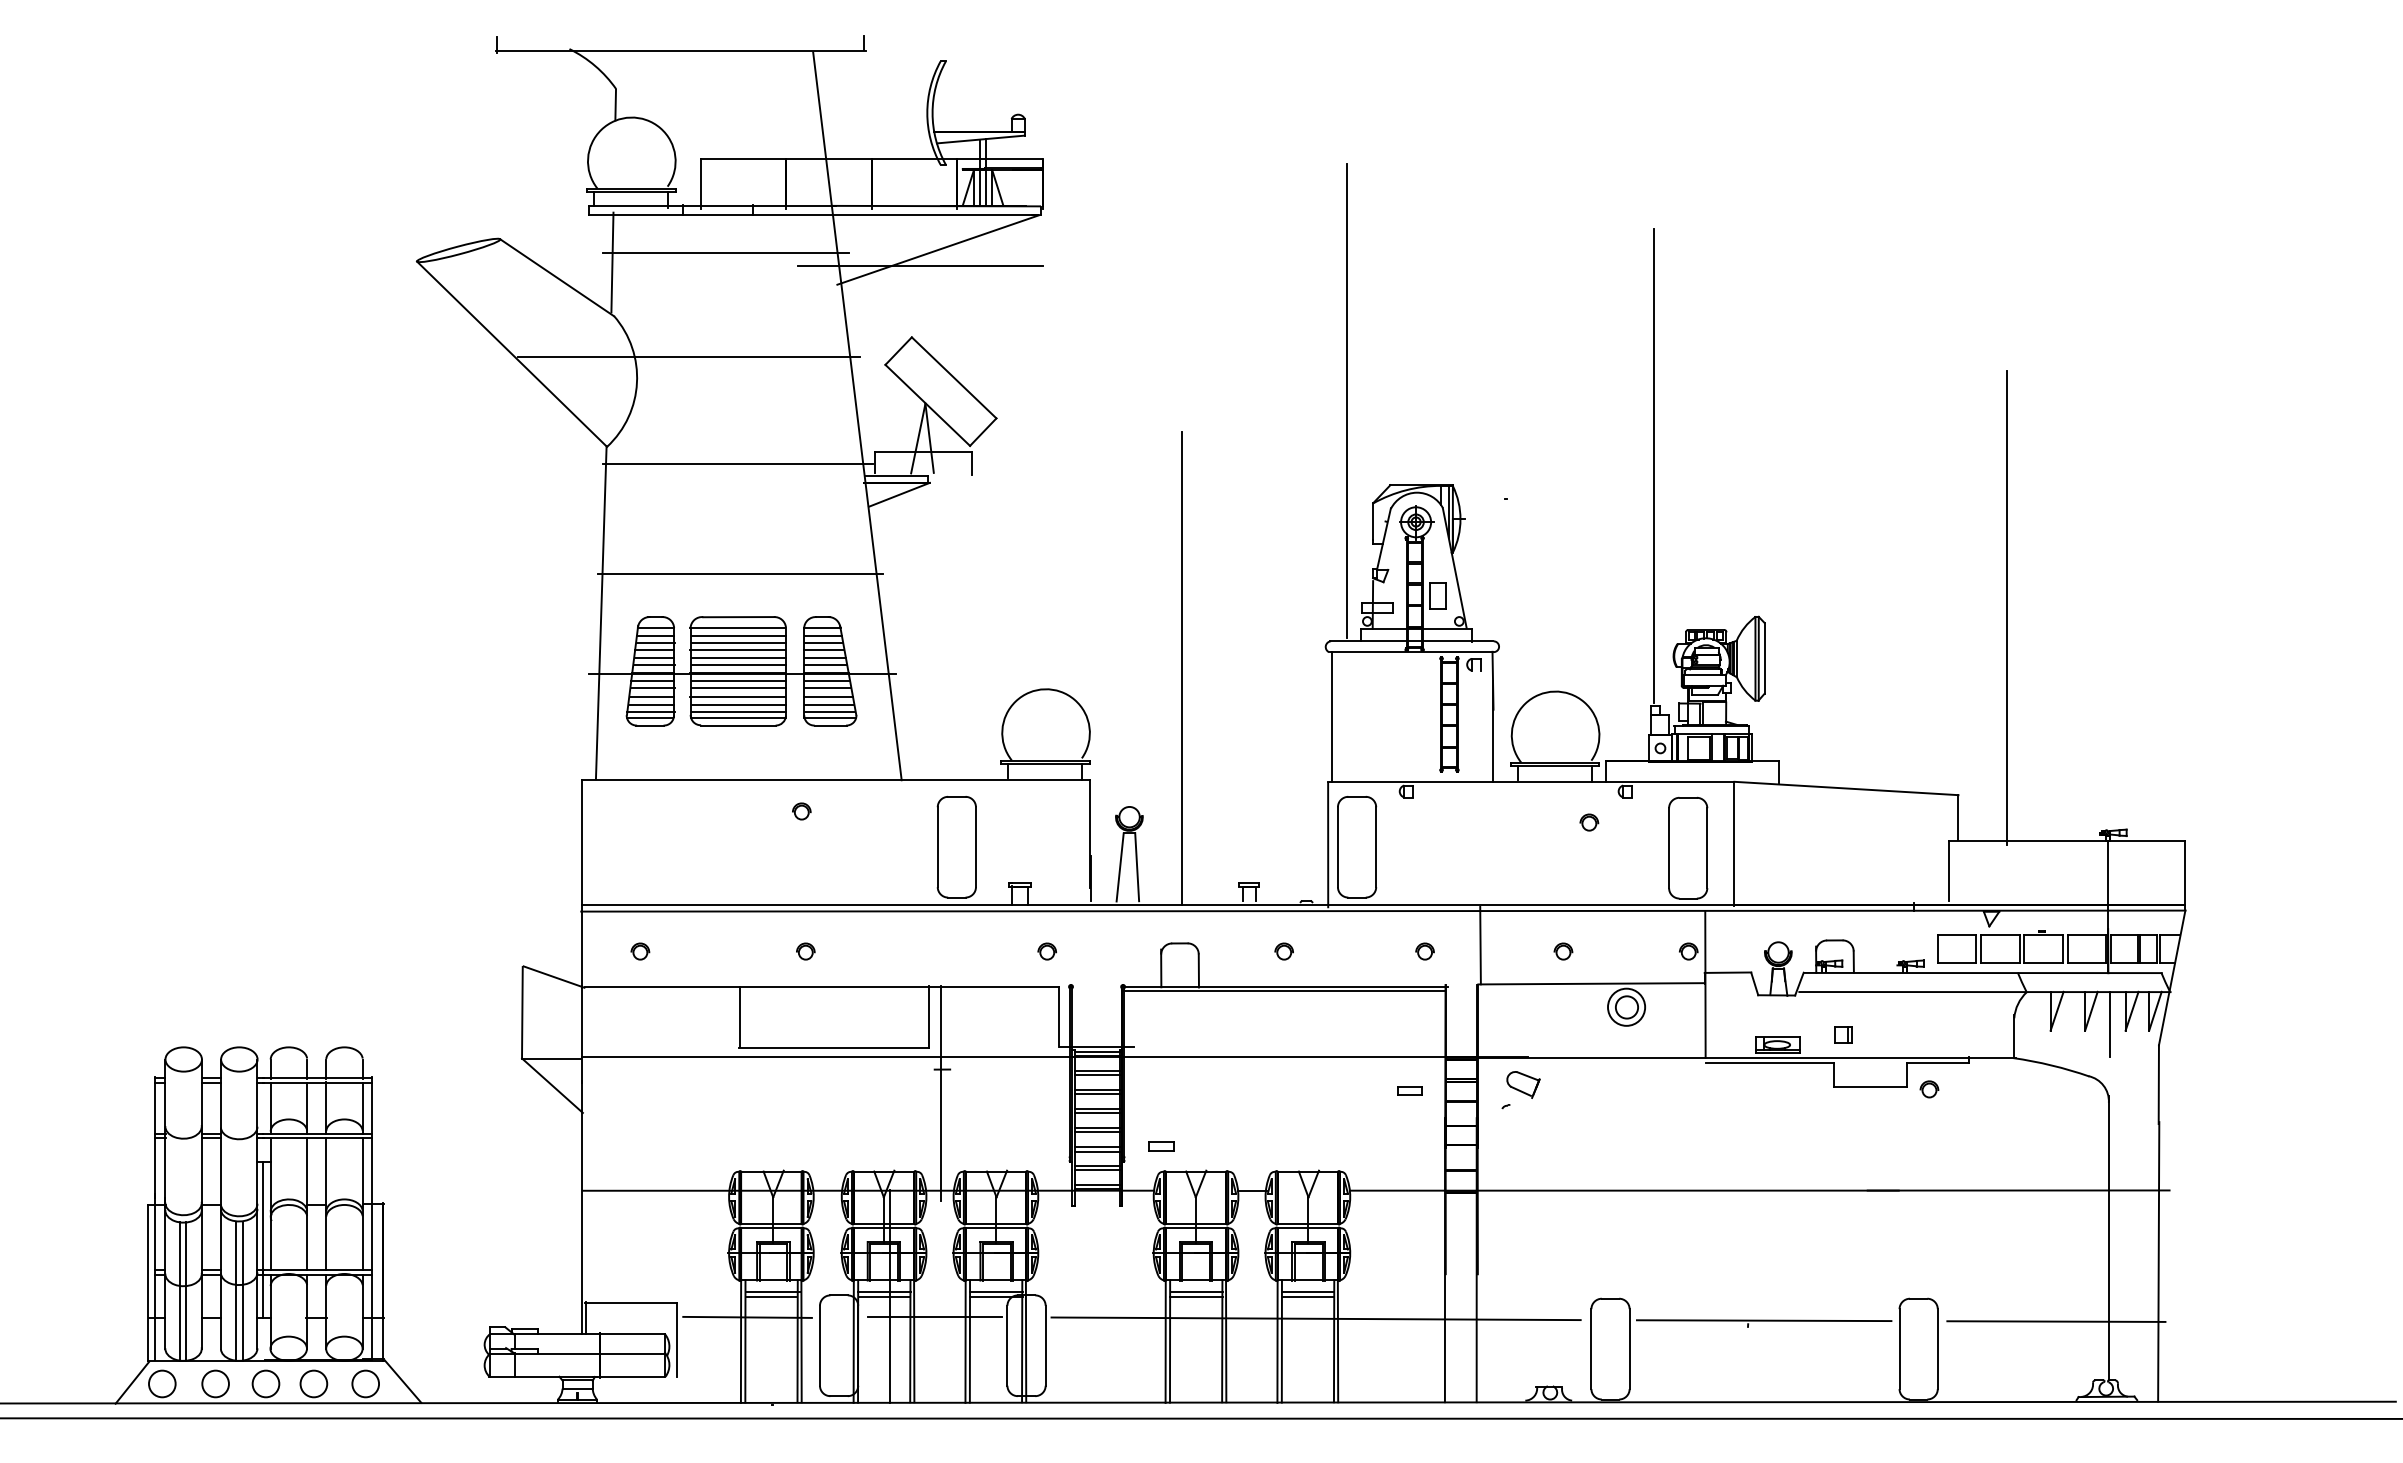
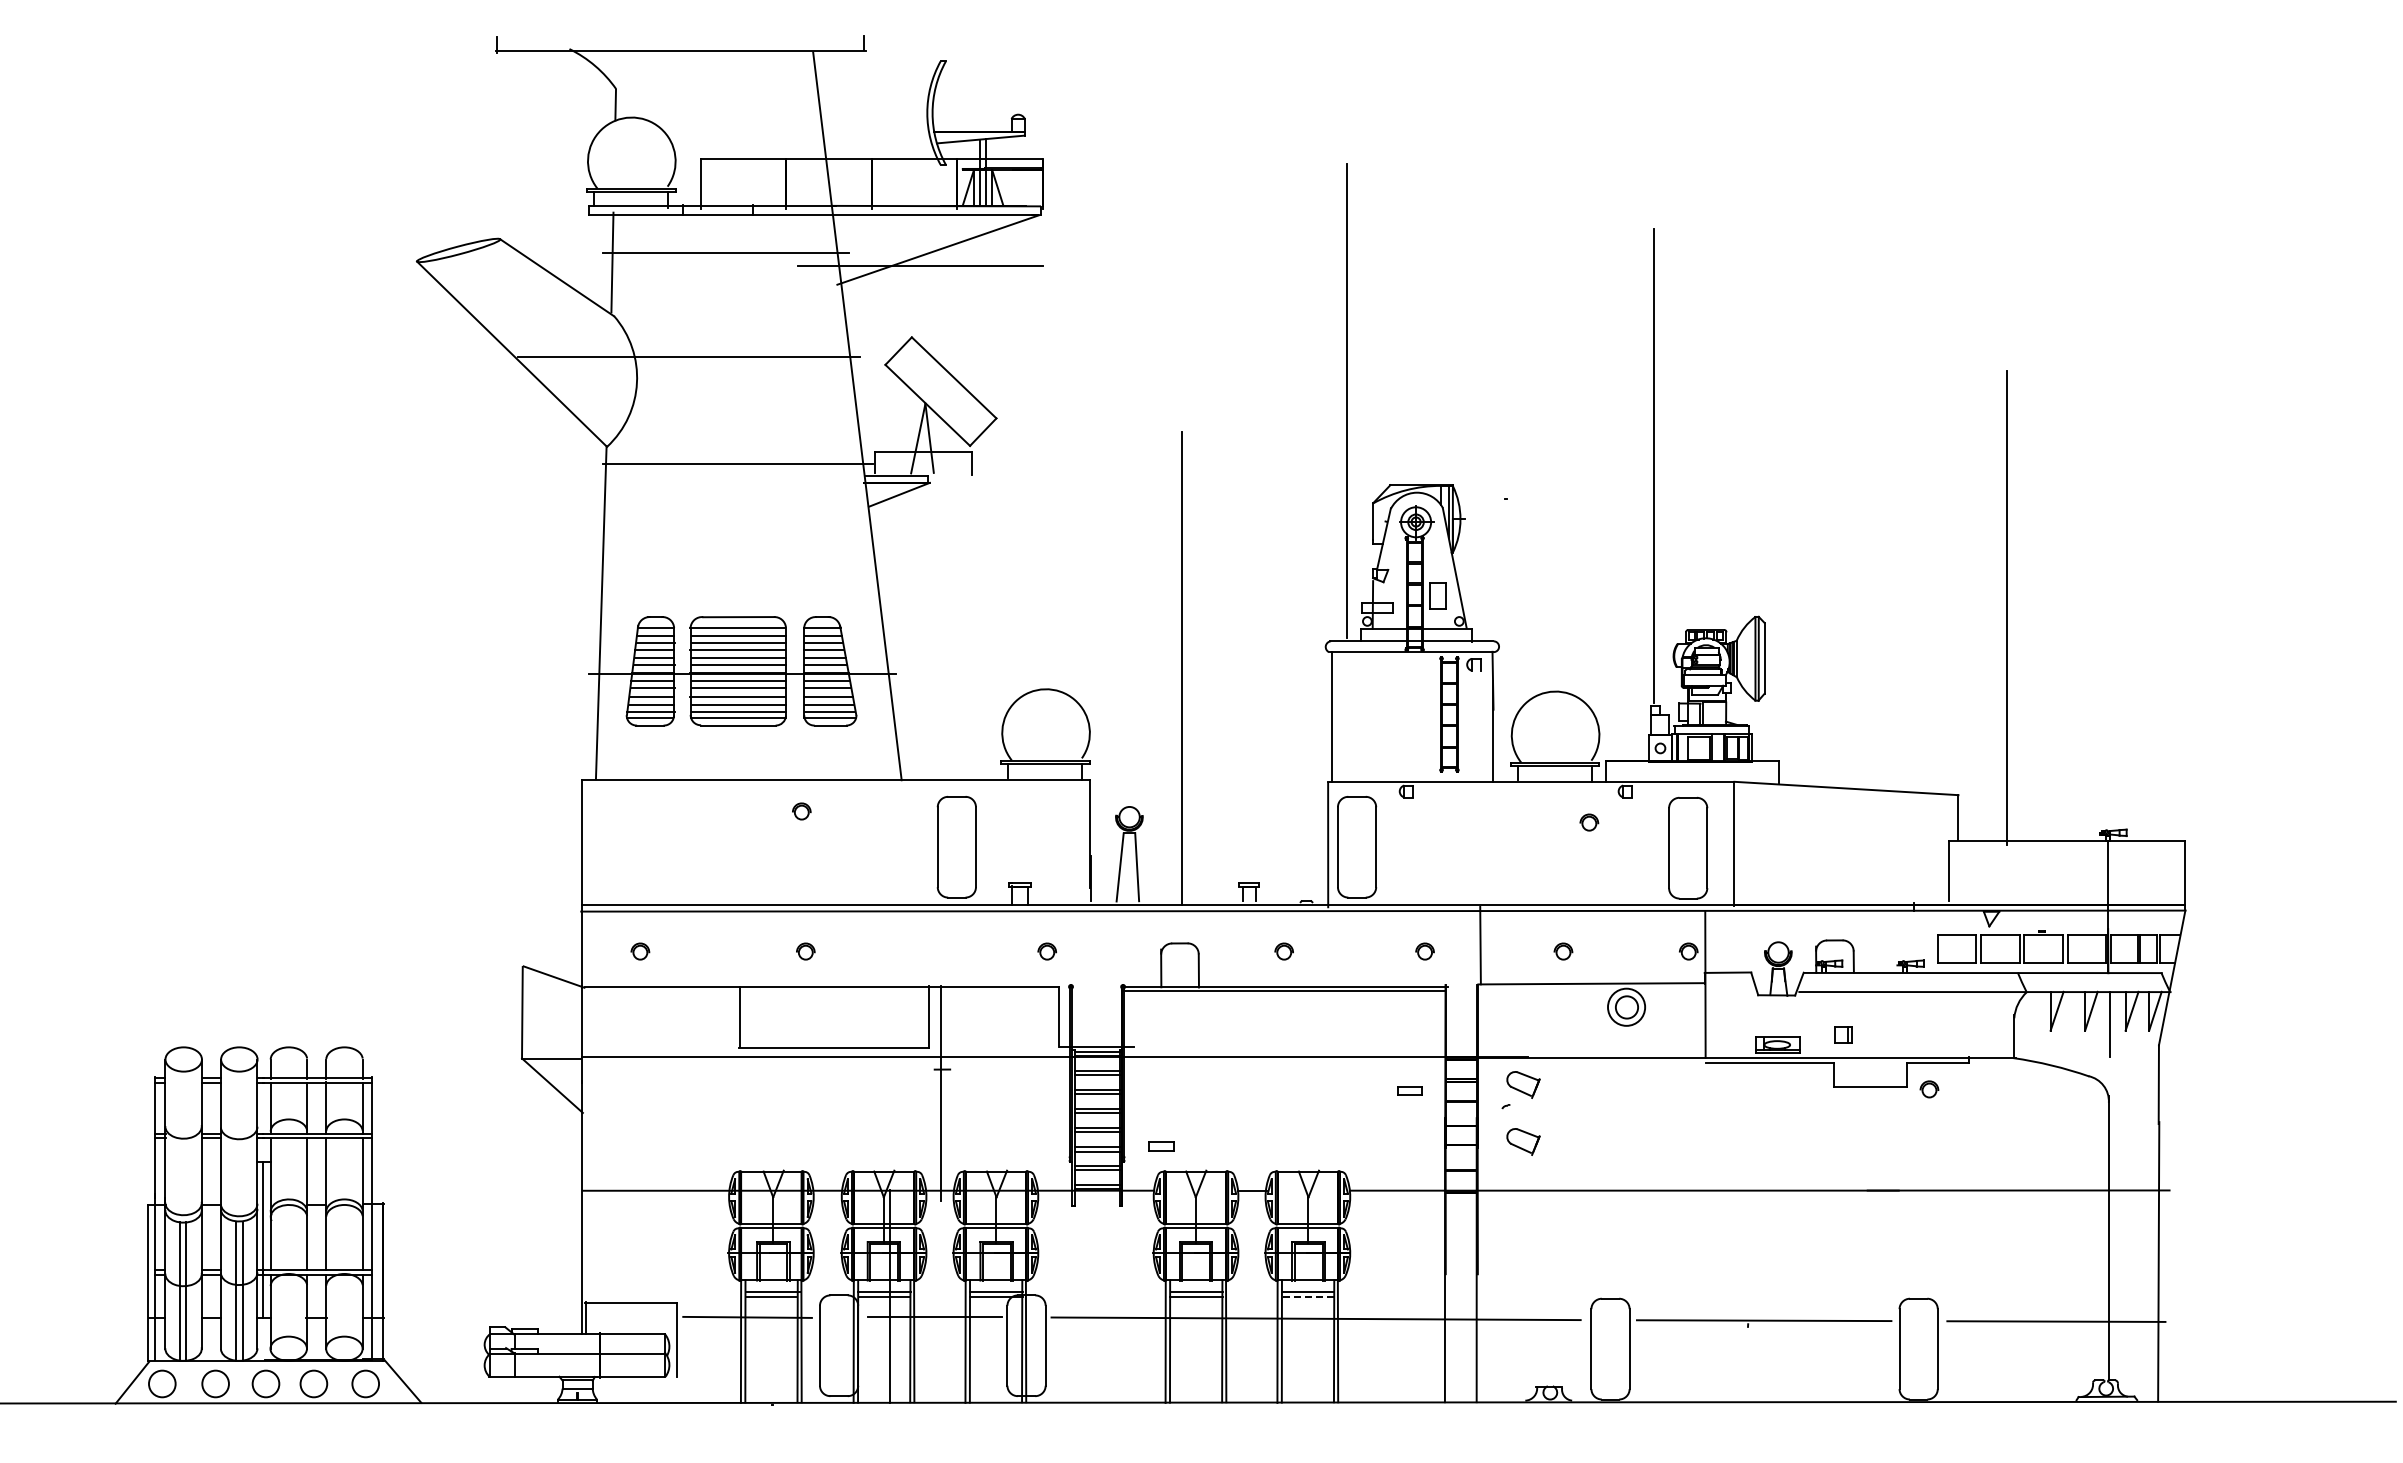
line at (739, 574): present -> none
part at (1523, 1141): none -> present
line at (1308, 1297): solid -> dashed
line at (1200, 1418): present -> none
